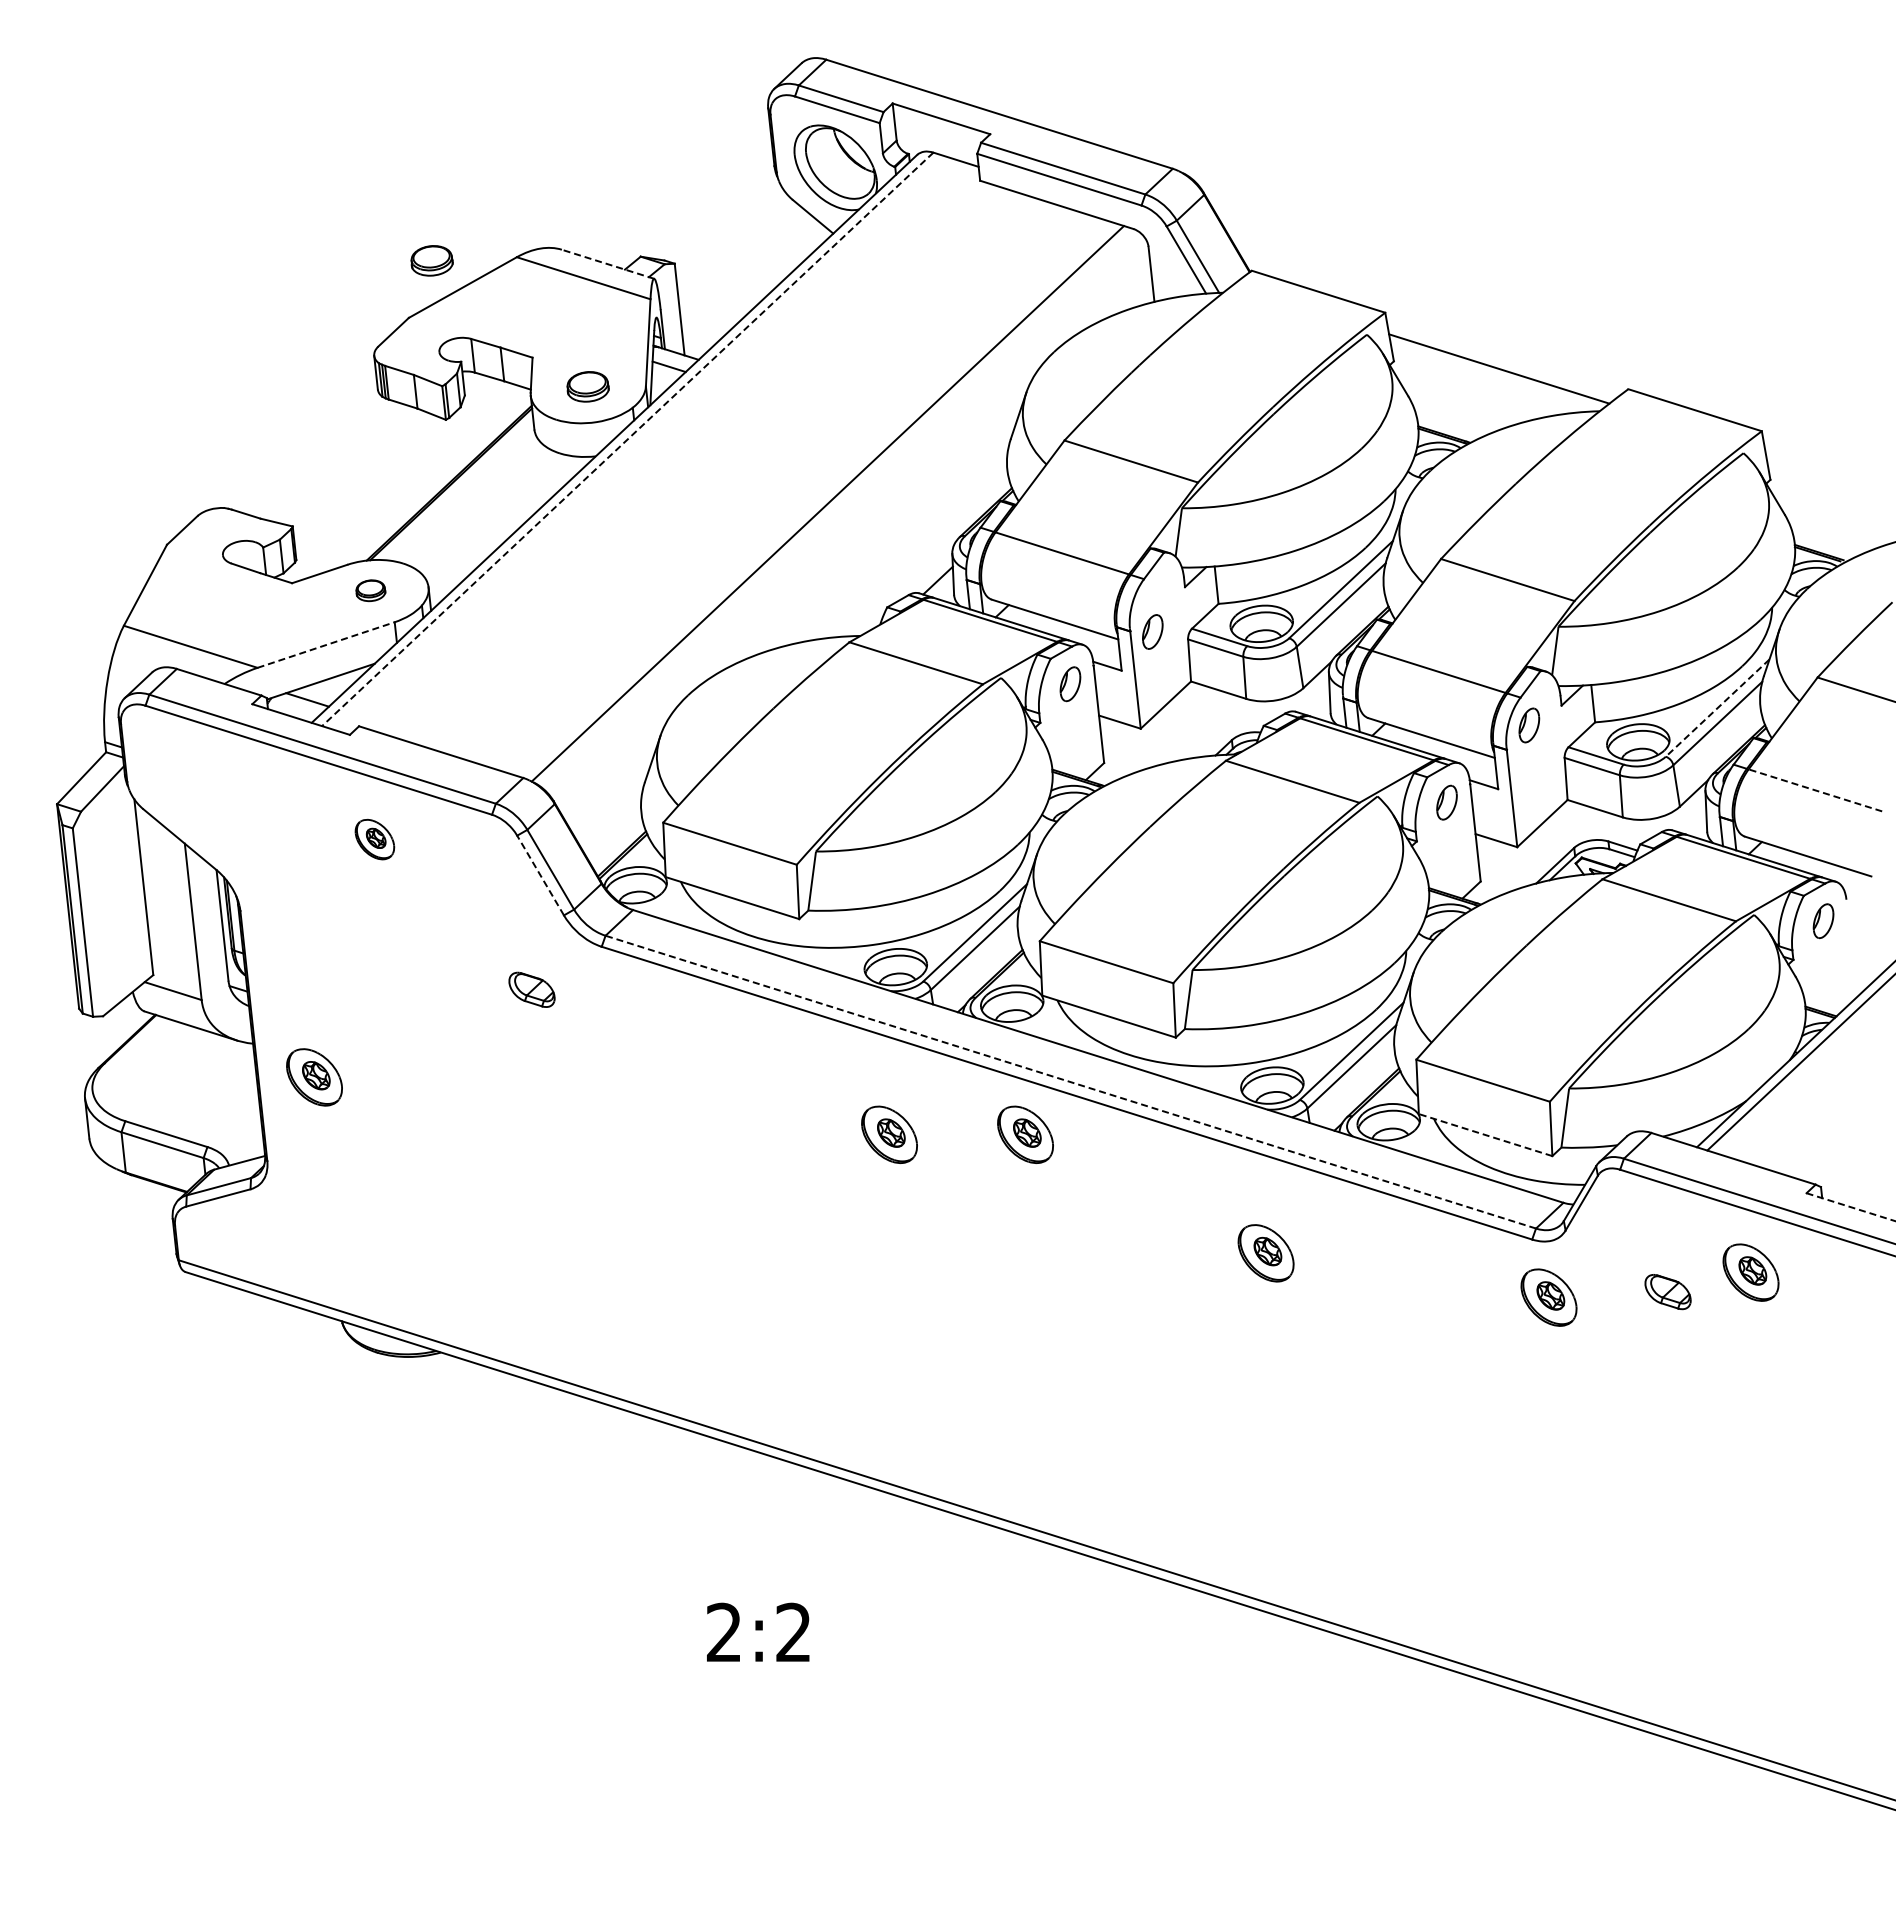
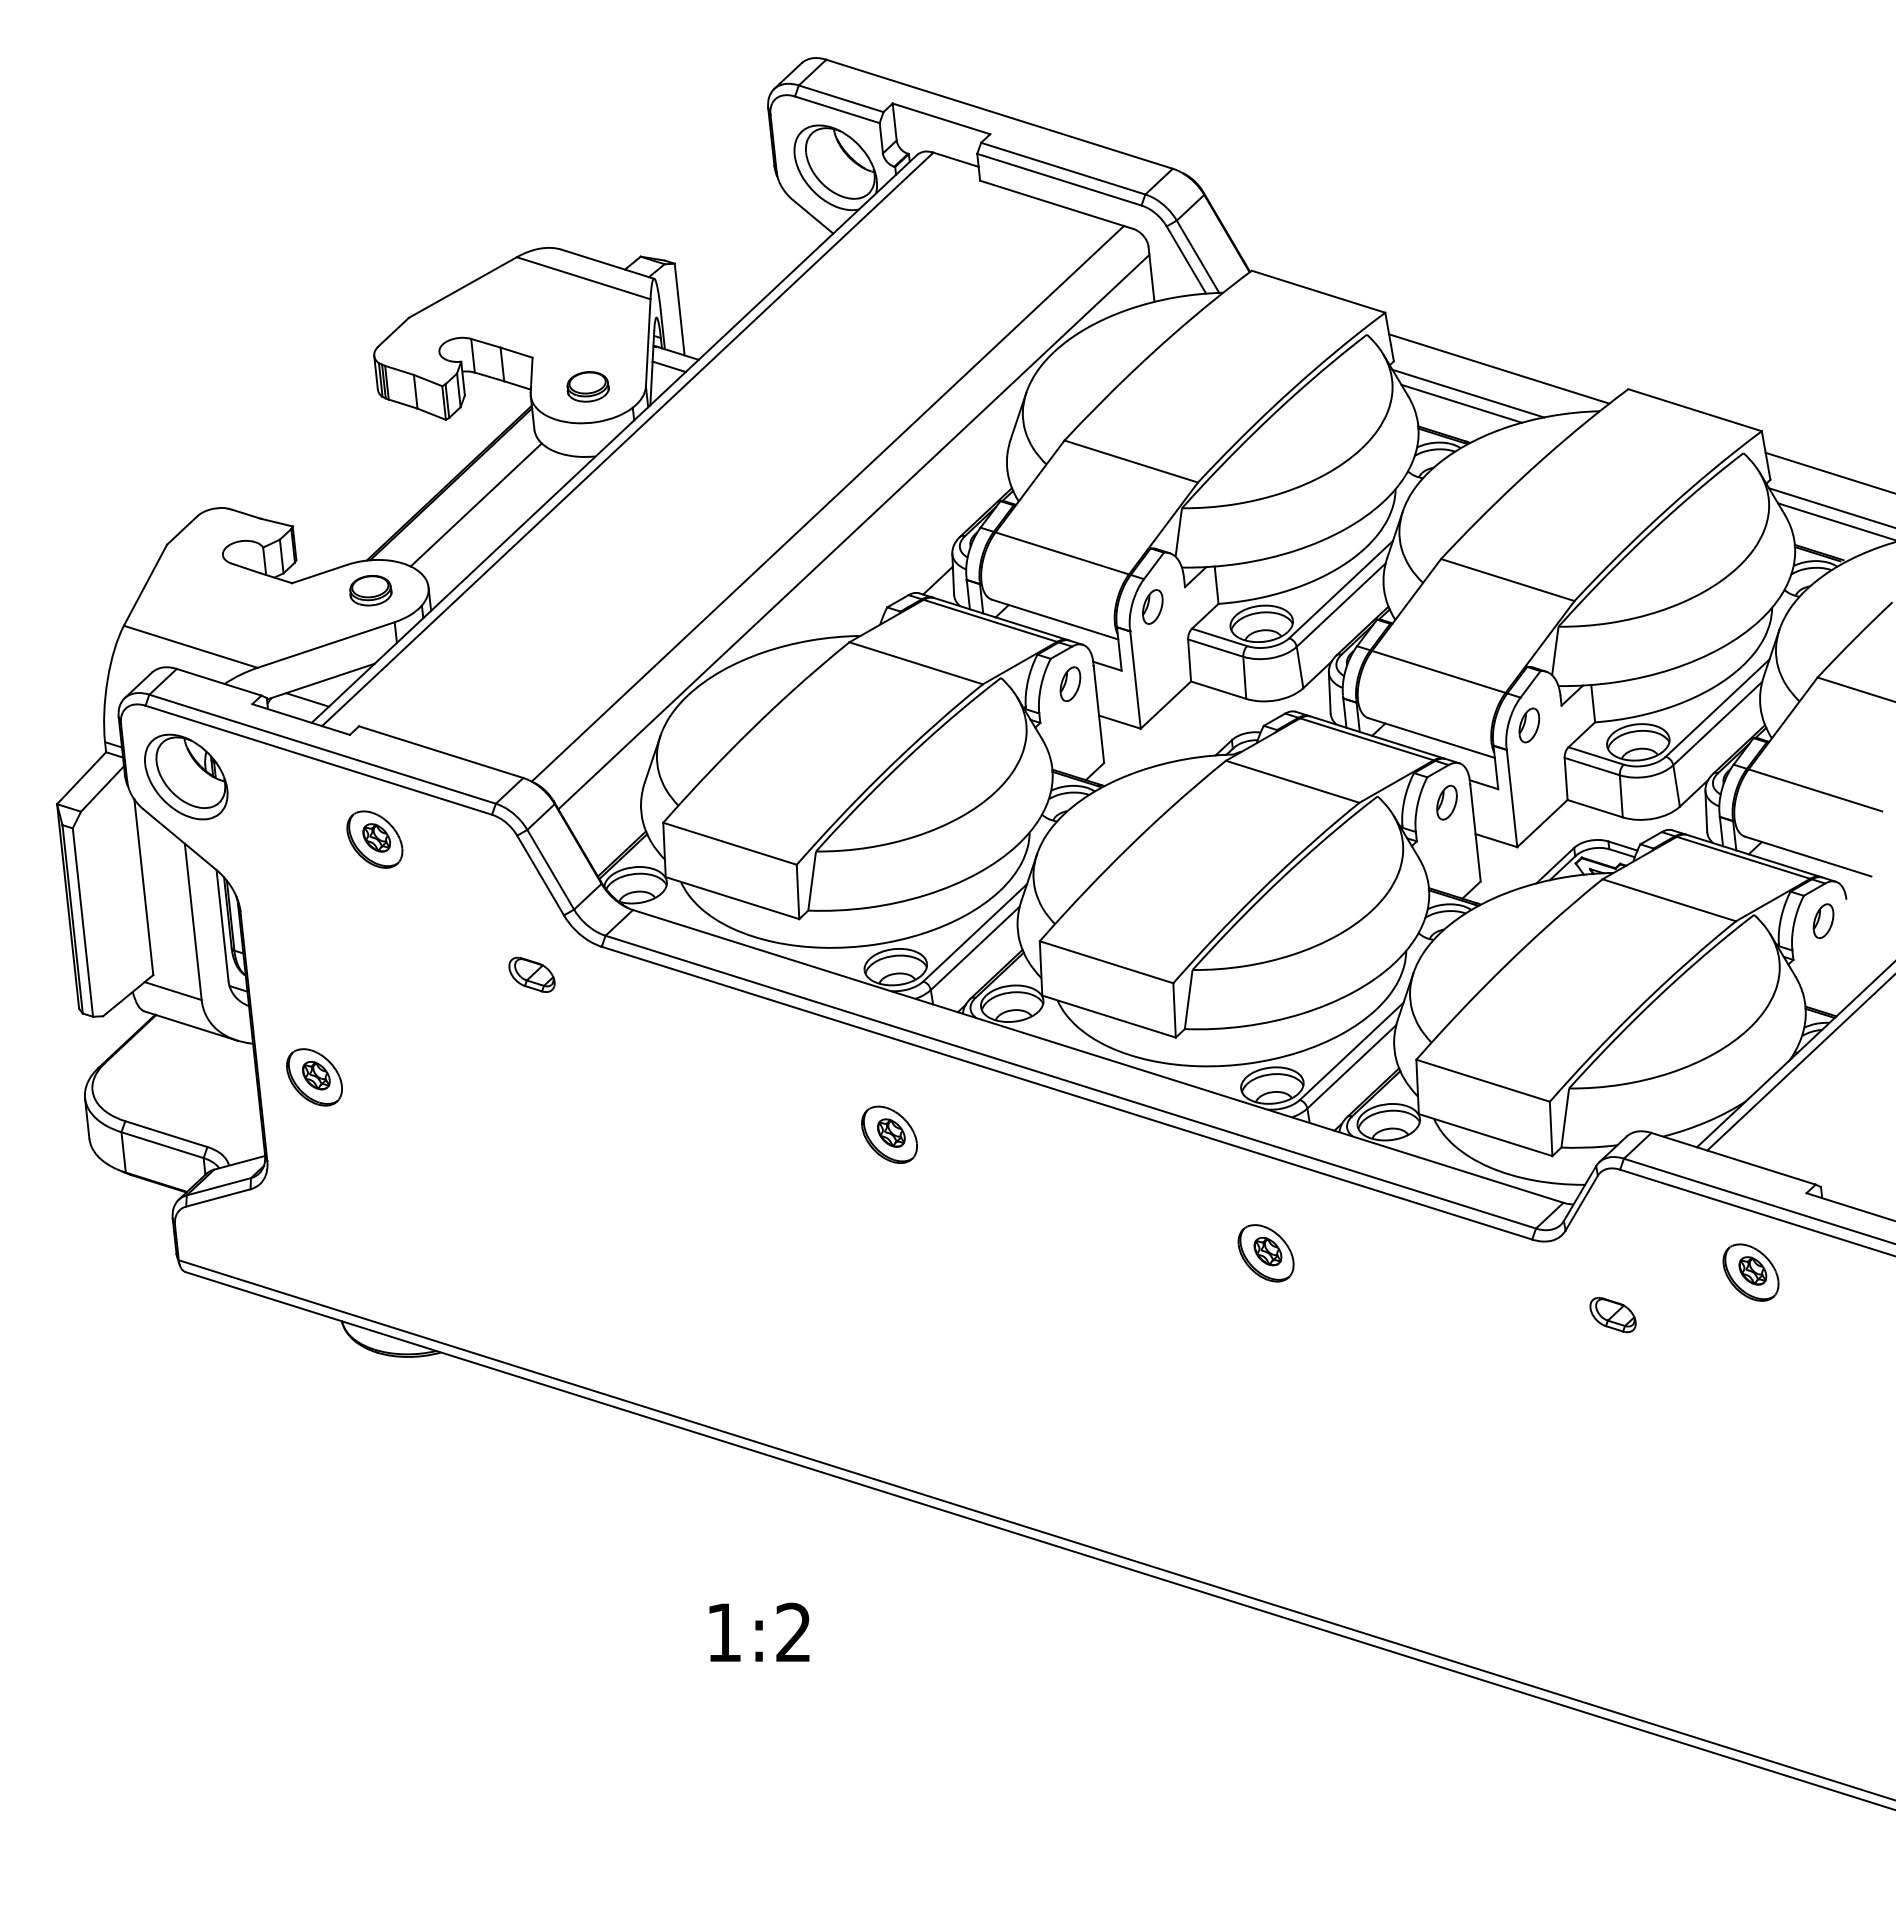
part at (431, 260): present -> none
line at (607, 264): dashed -> solid
line at (1468, 393): none -> present
line at (1461, 403): none -> present
line at (627, 439): dashed -> solid
line at (1828, 472): none -> present
line at (475, 504): none -> present
line at (1830, 507): none -> present
line at (1835, 521): none -> present
line at (853, 531): none -> present
part at (370, 590) size: 32x24 px -> 44x32 px
part at (1152, 631) position: (1152, 631) -> (1152, 606)
line at (326, 644): dashed -> solid
line at (1717, 708): dashed -> solid
part at (186, 776): none -> present
line at (1815, 790): dashed -> solid
part at (374, 839) size: 42x43 px -> 58x59 px
line at (540, 875): dashed -> solid
part at (531, 989) position: (531, 989) -> (531, 974)
line at (1070, 1082): dashed -> solid
part at (1025, 1134): present -> none
line at (1485, 1135): dashed -> solid
line at (1851, 1207): dashed -> solid
part at (1667, 1292) position: (1667, 1292) -> (1612, 1315)
part at (1548, 1297): present -> none
text at (723, 1631): 2:2 -> 1:2
